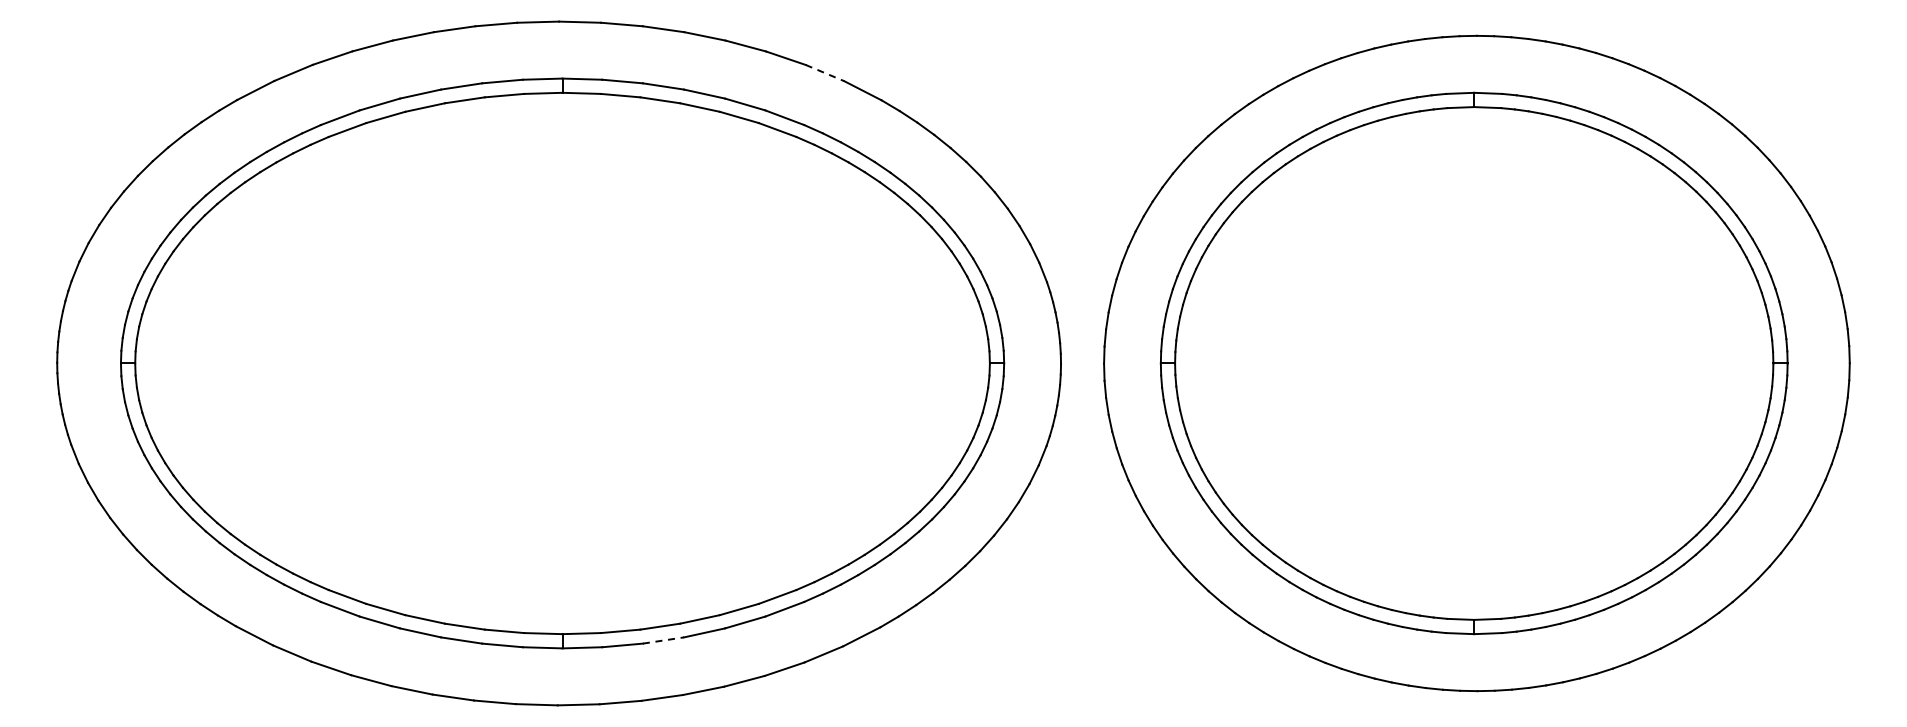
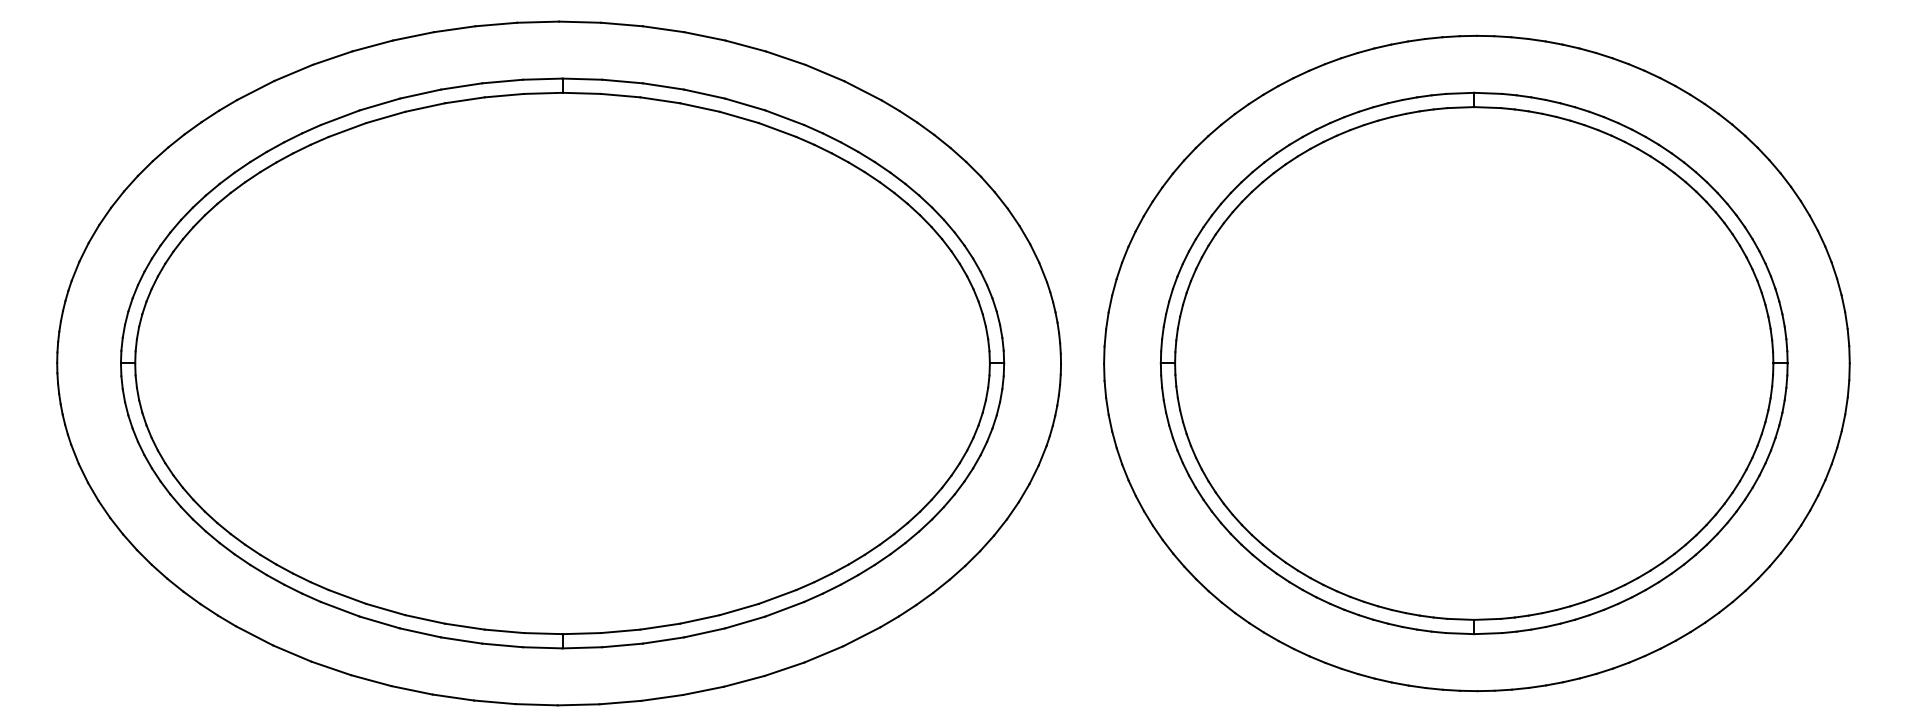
line at (825, 73): dashed -> solid
line at (663, 640): dashed -> solid
